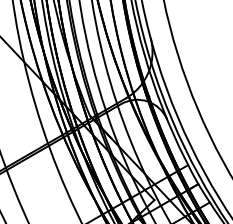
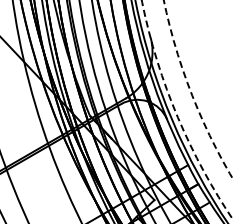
circle at (197, 89): solid -> dashed
circle at (186, 109): solid -> dashed
